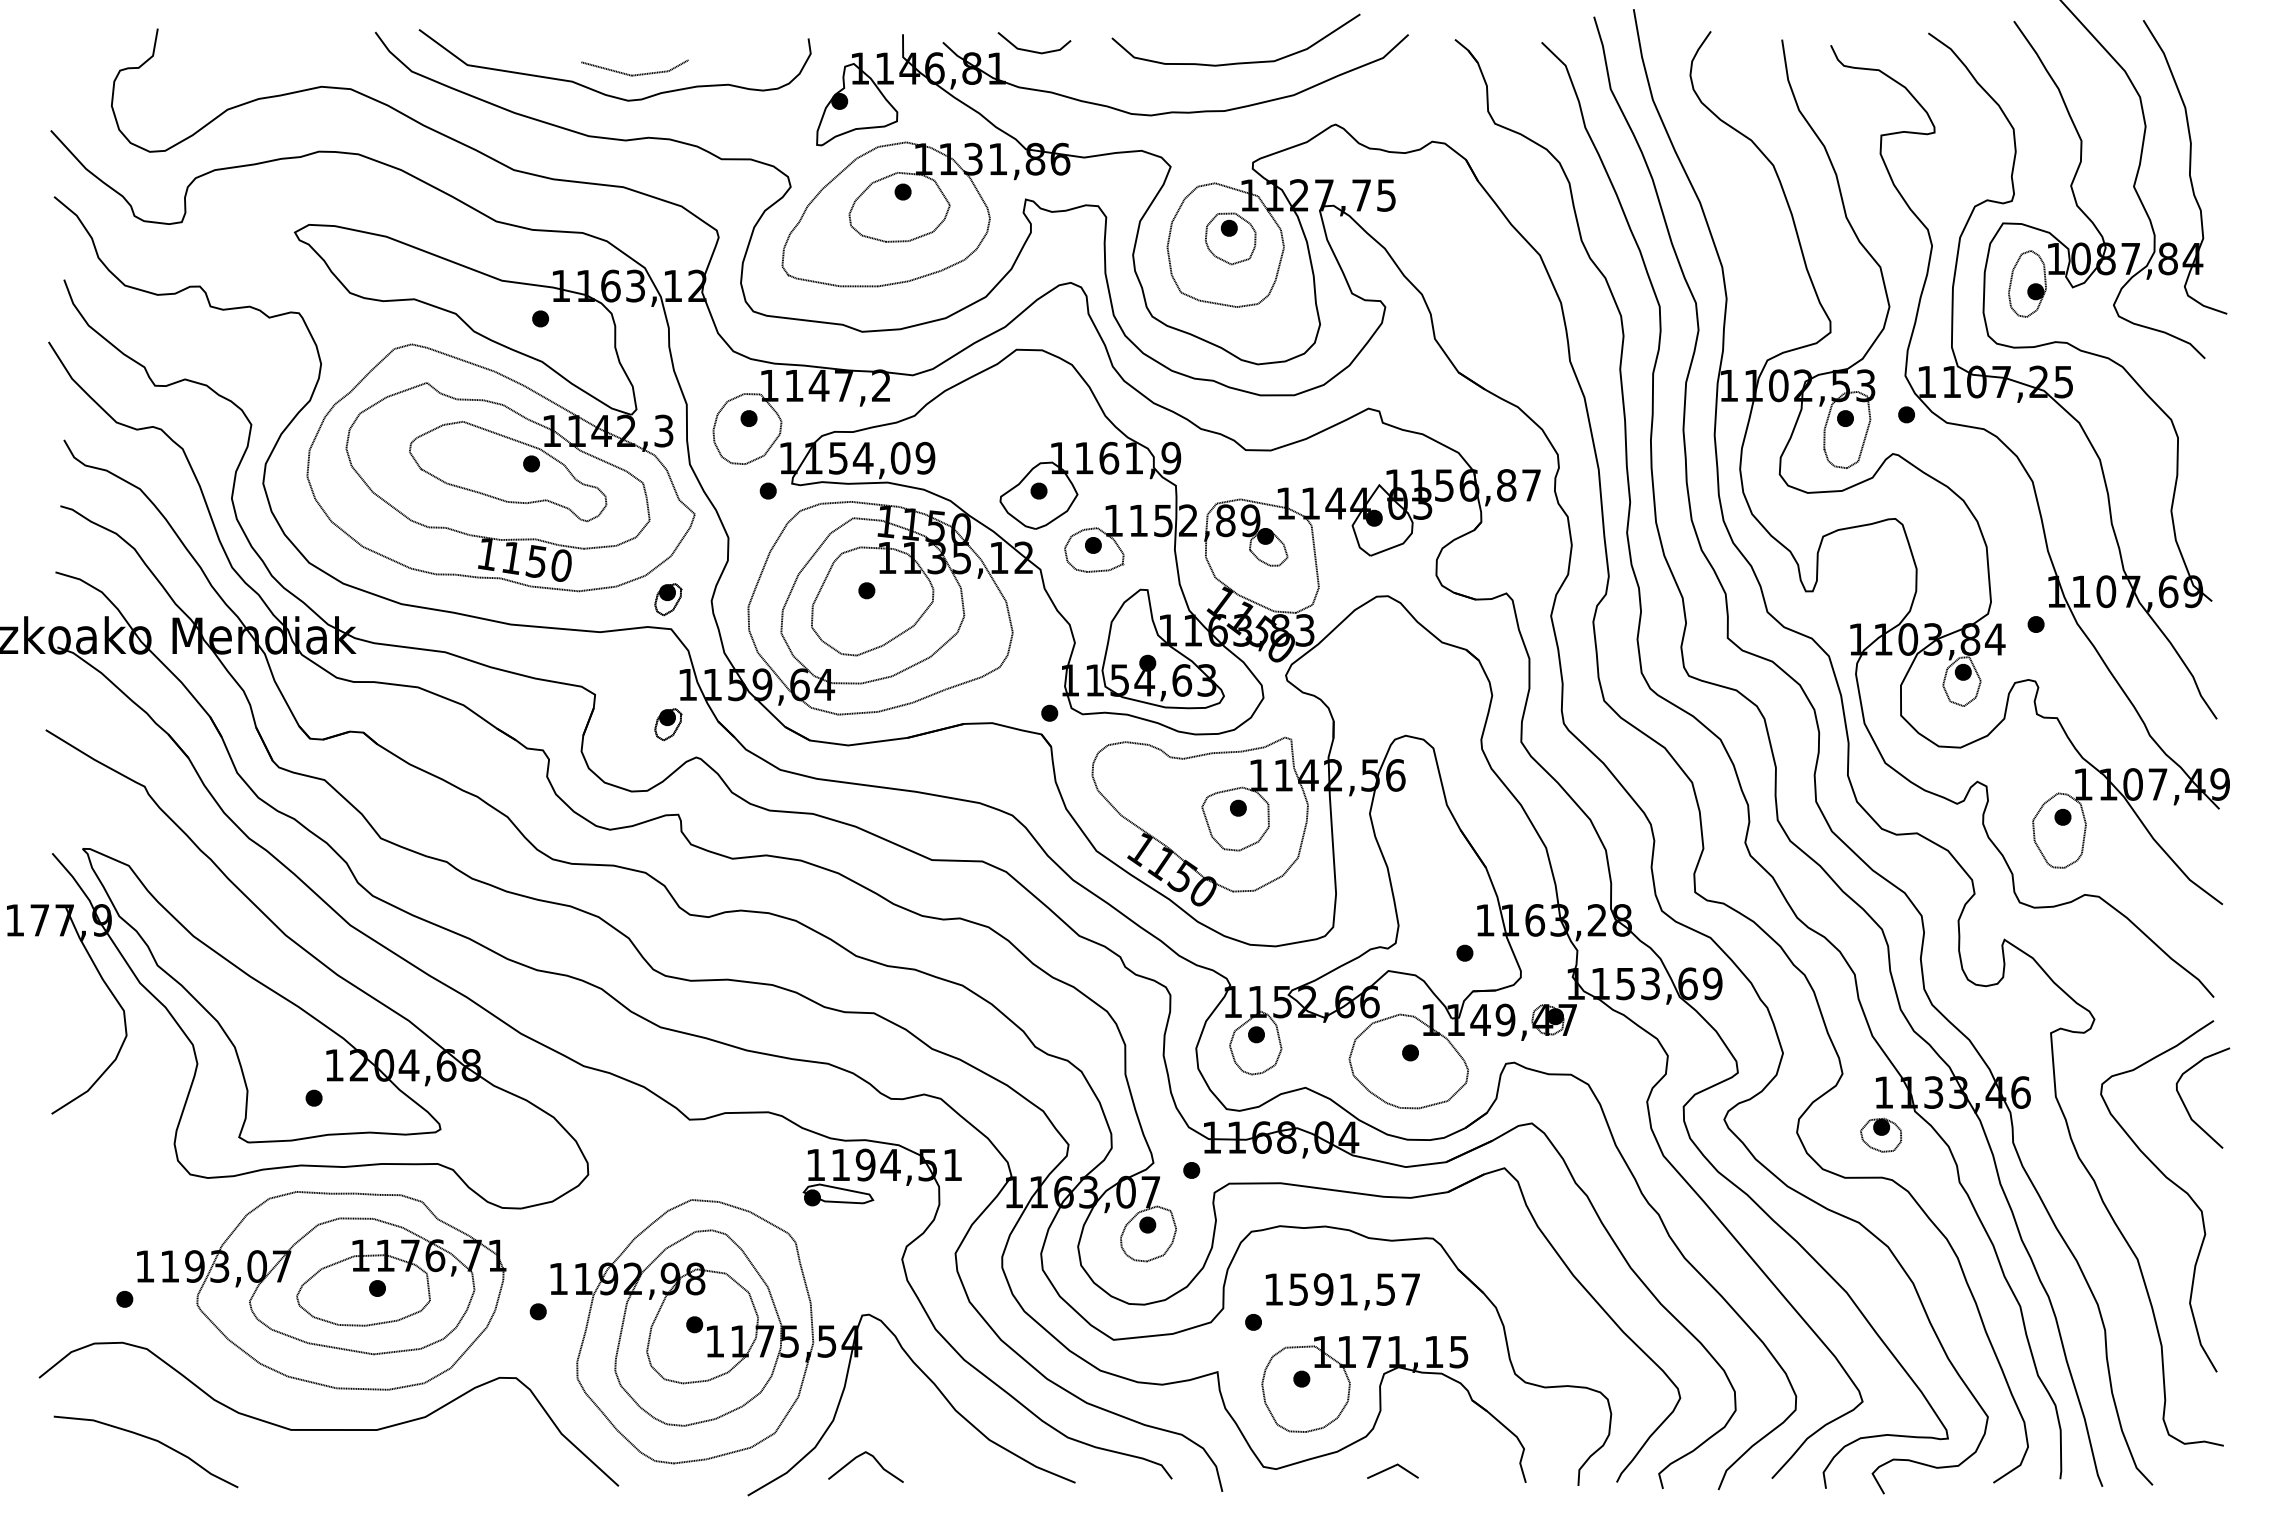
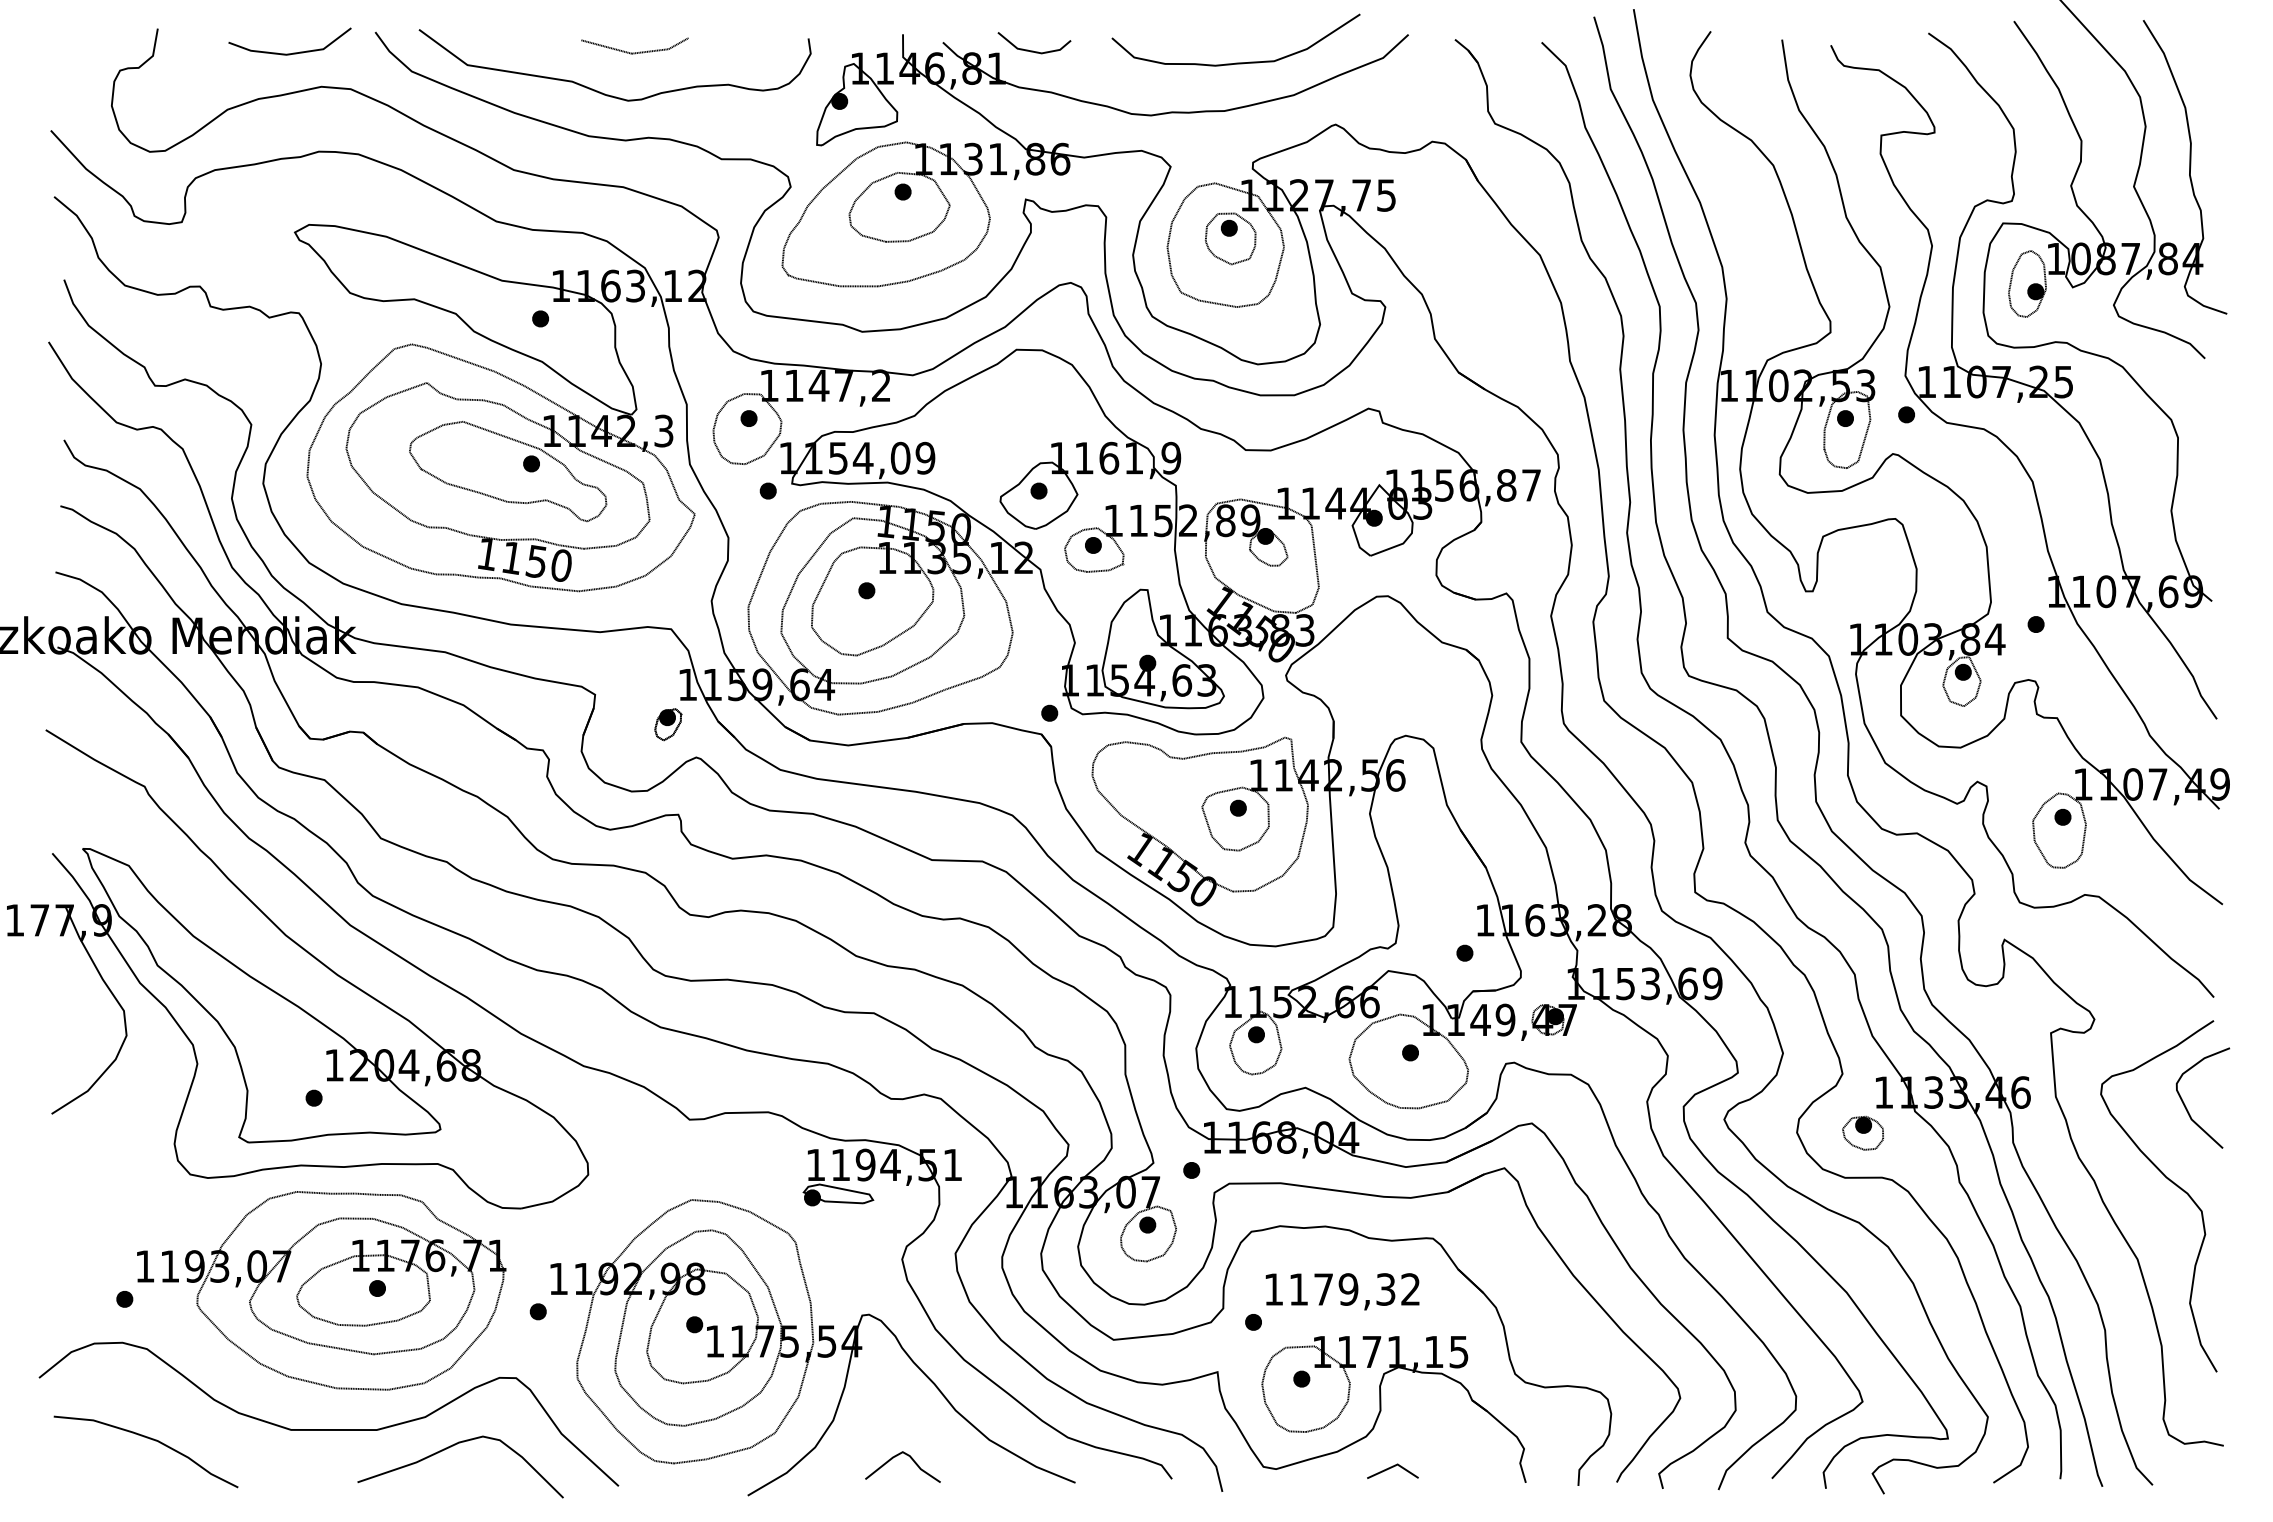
line at (293, 52): none -> present
part at (634, 74) position: (634, 74) -> (634, 52)
part at (668, 599): present -> none
part at (1881, 1134) position: (1881, 1134) -> (1863, 1132)
text at (1354, 1289): 1591,57 -> 1179,32
curve at (451, 1447): none -> present
curve at (860, 1456) position: (860, 1456) -> (897, 1456)
